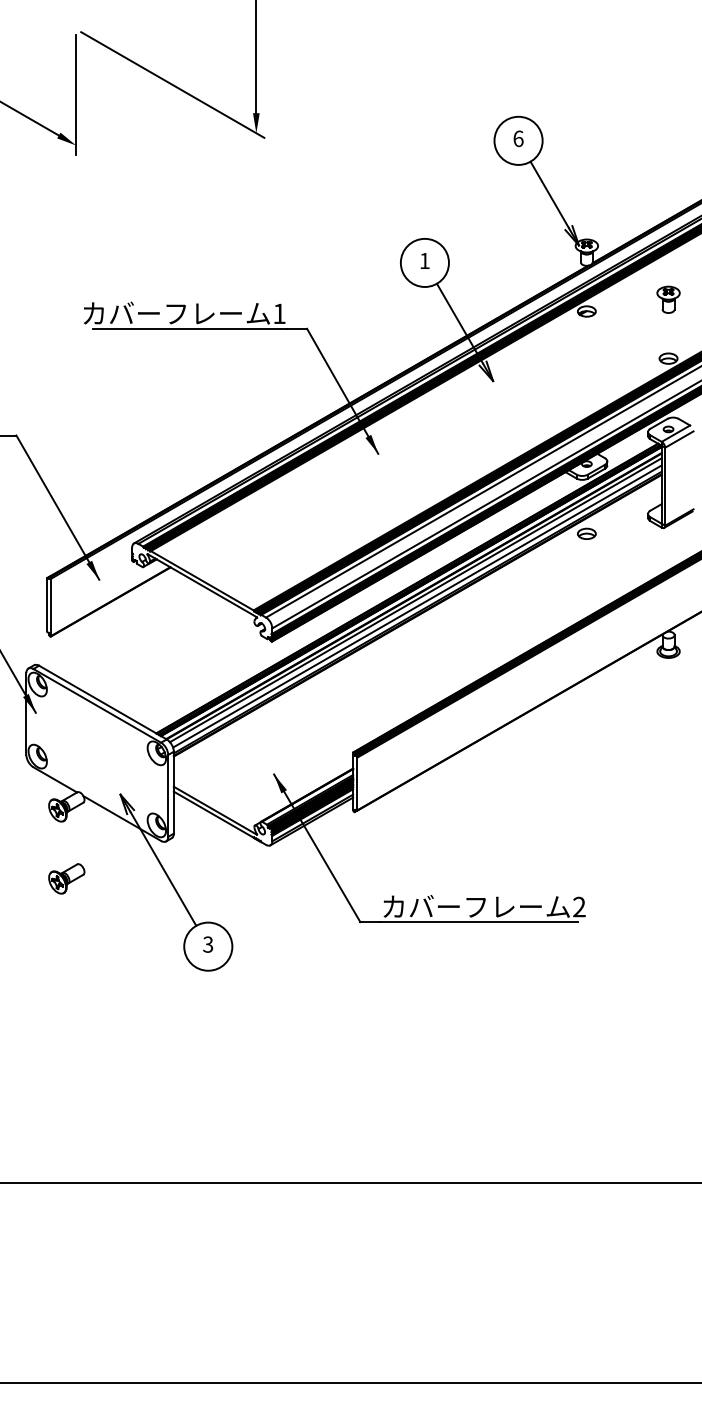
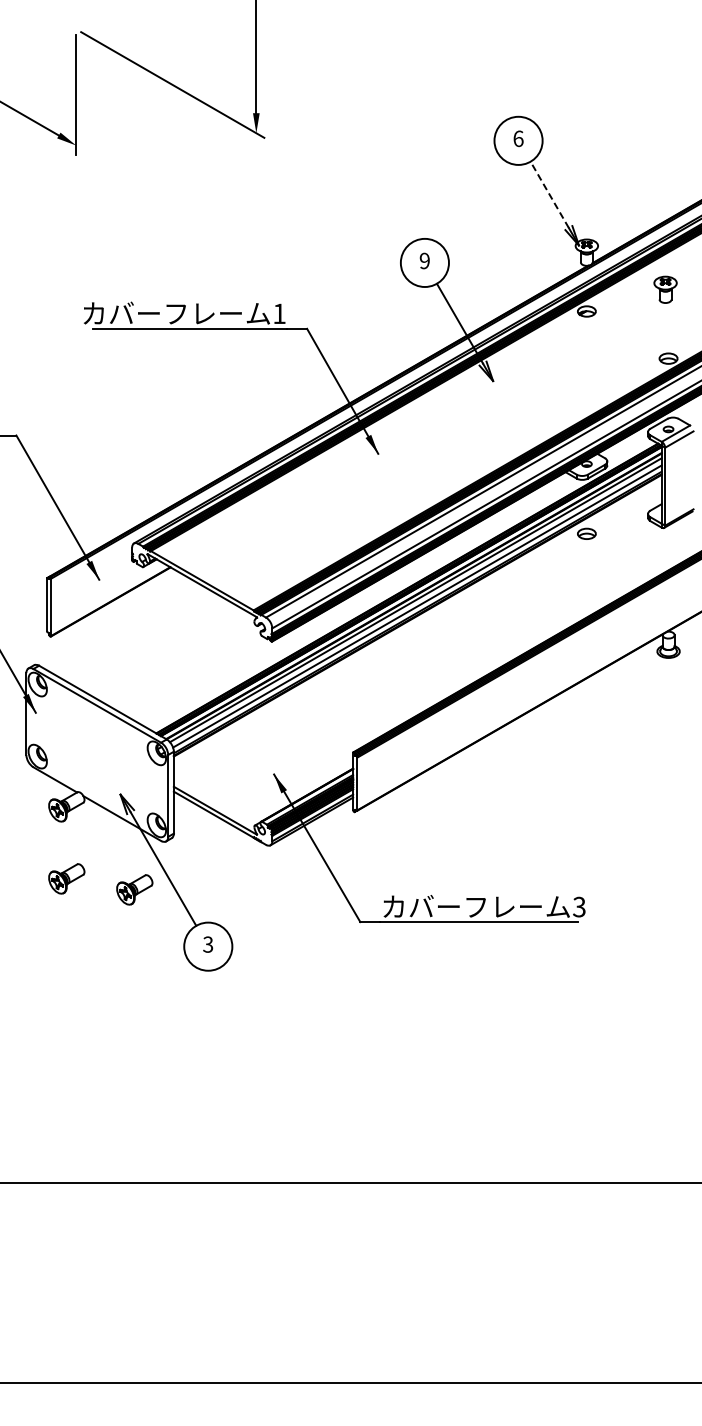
line at (549, 194): solid -> dashed
text at (424, 260): 1 -> 9
part at (668, 299) position: (668, 299) -> (665, 289)
part at (134, 889): none -> present
text at (579, 907): 2 -> 3
